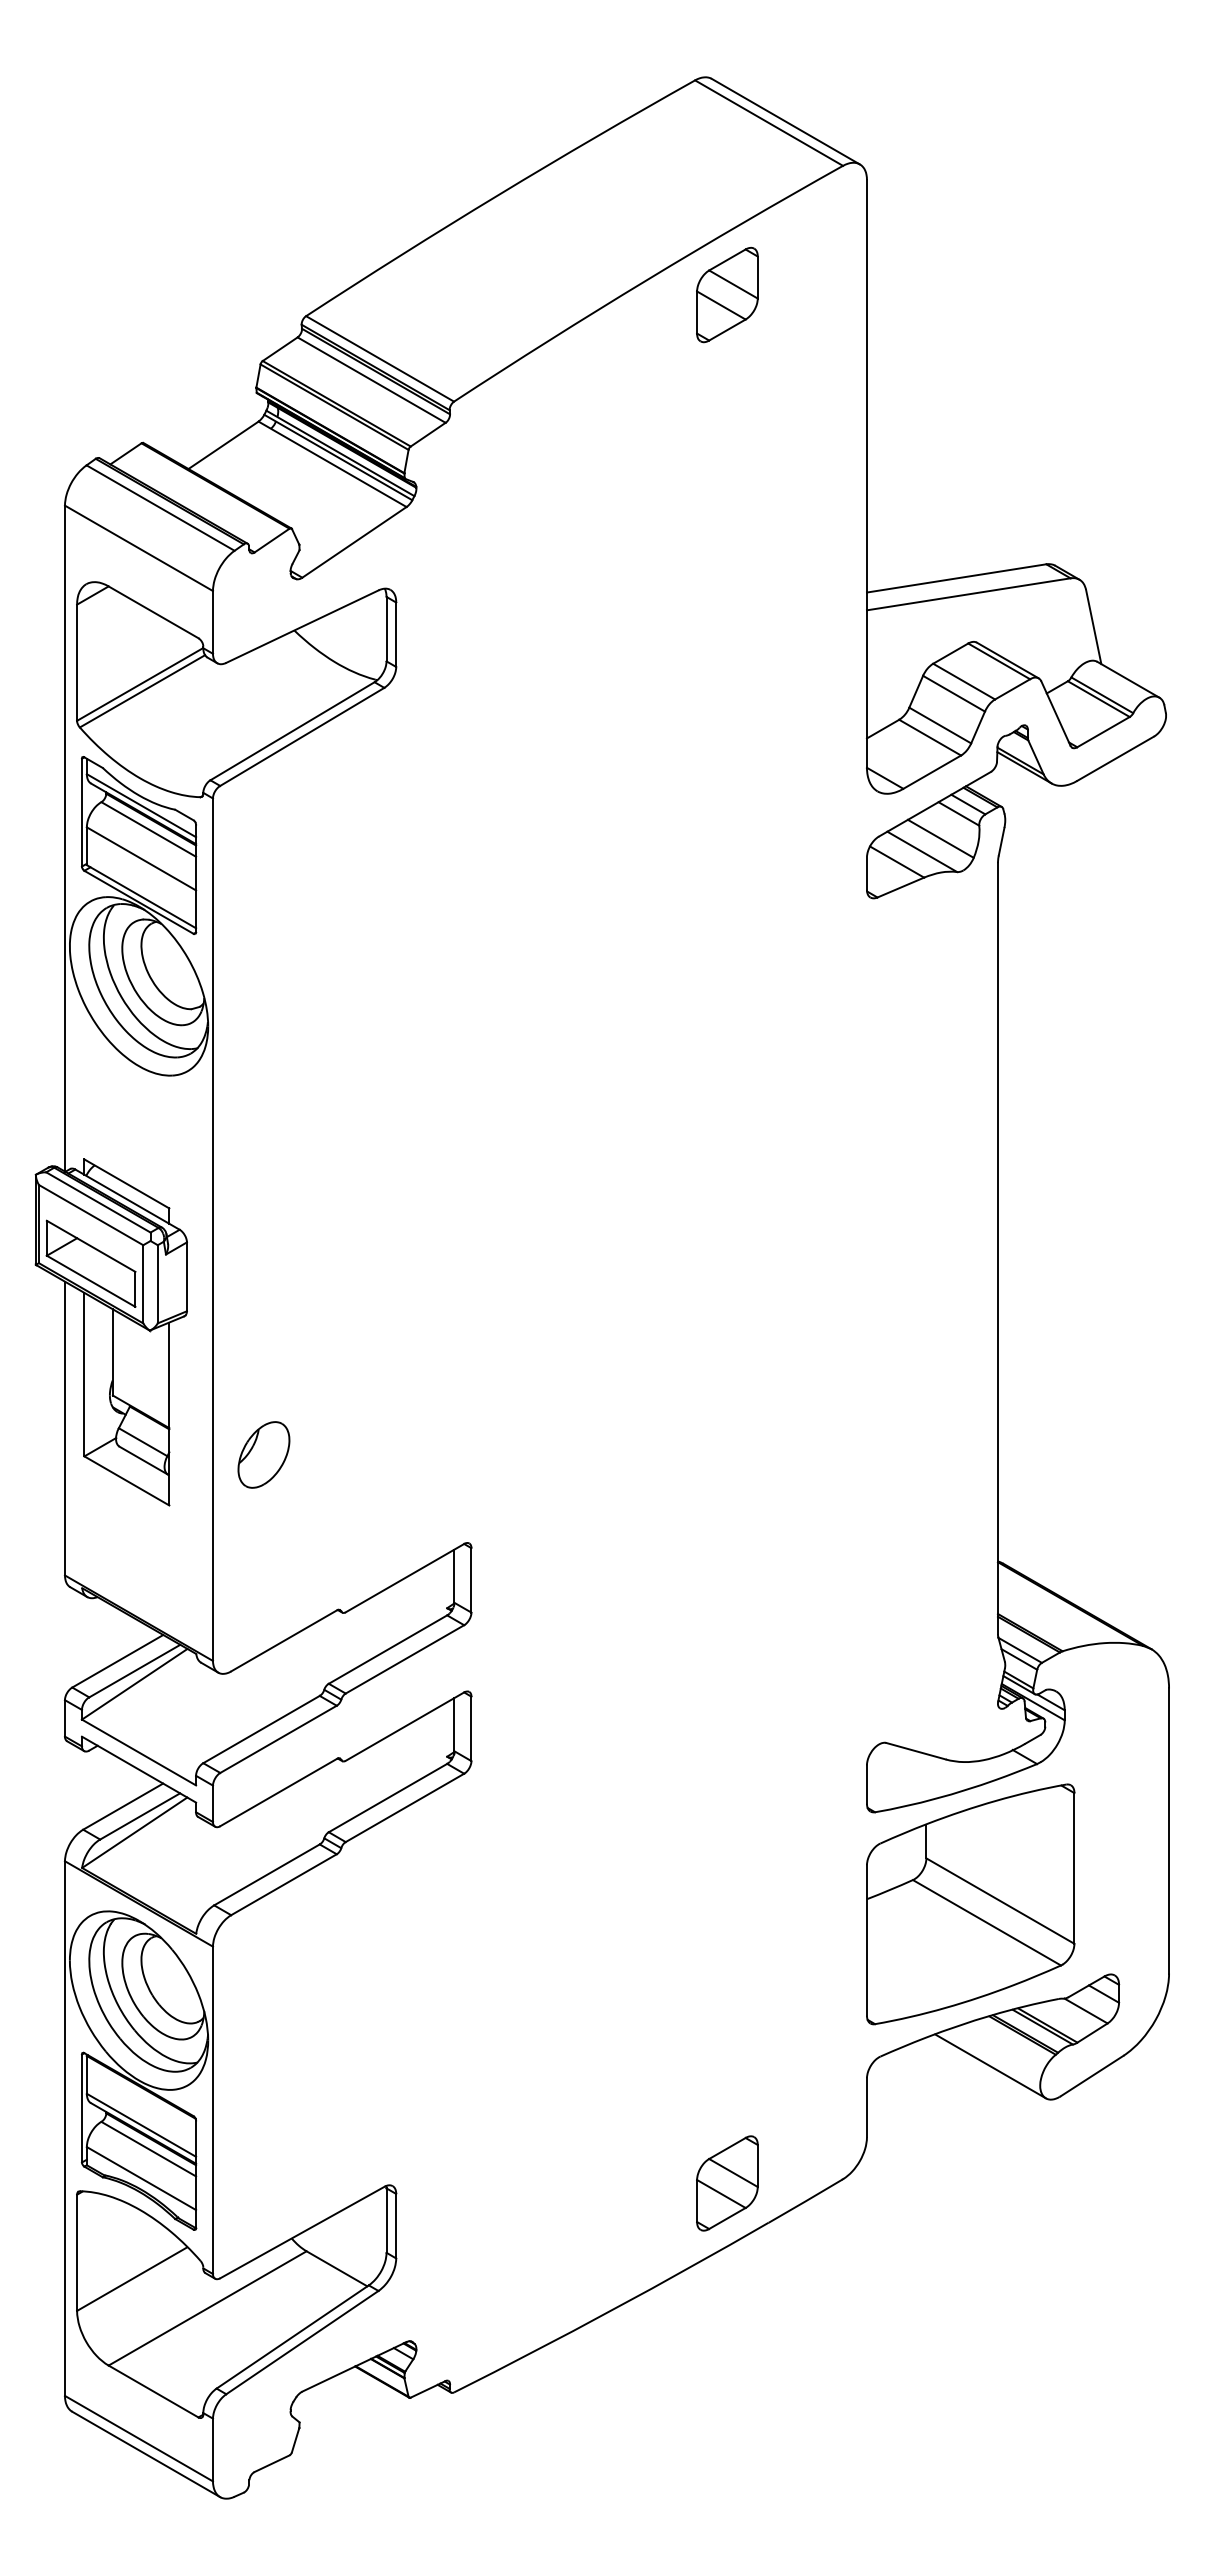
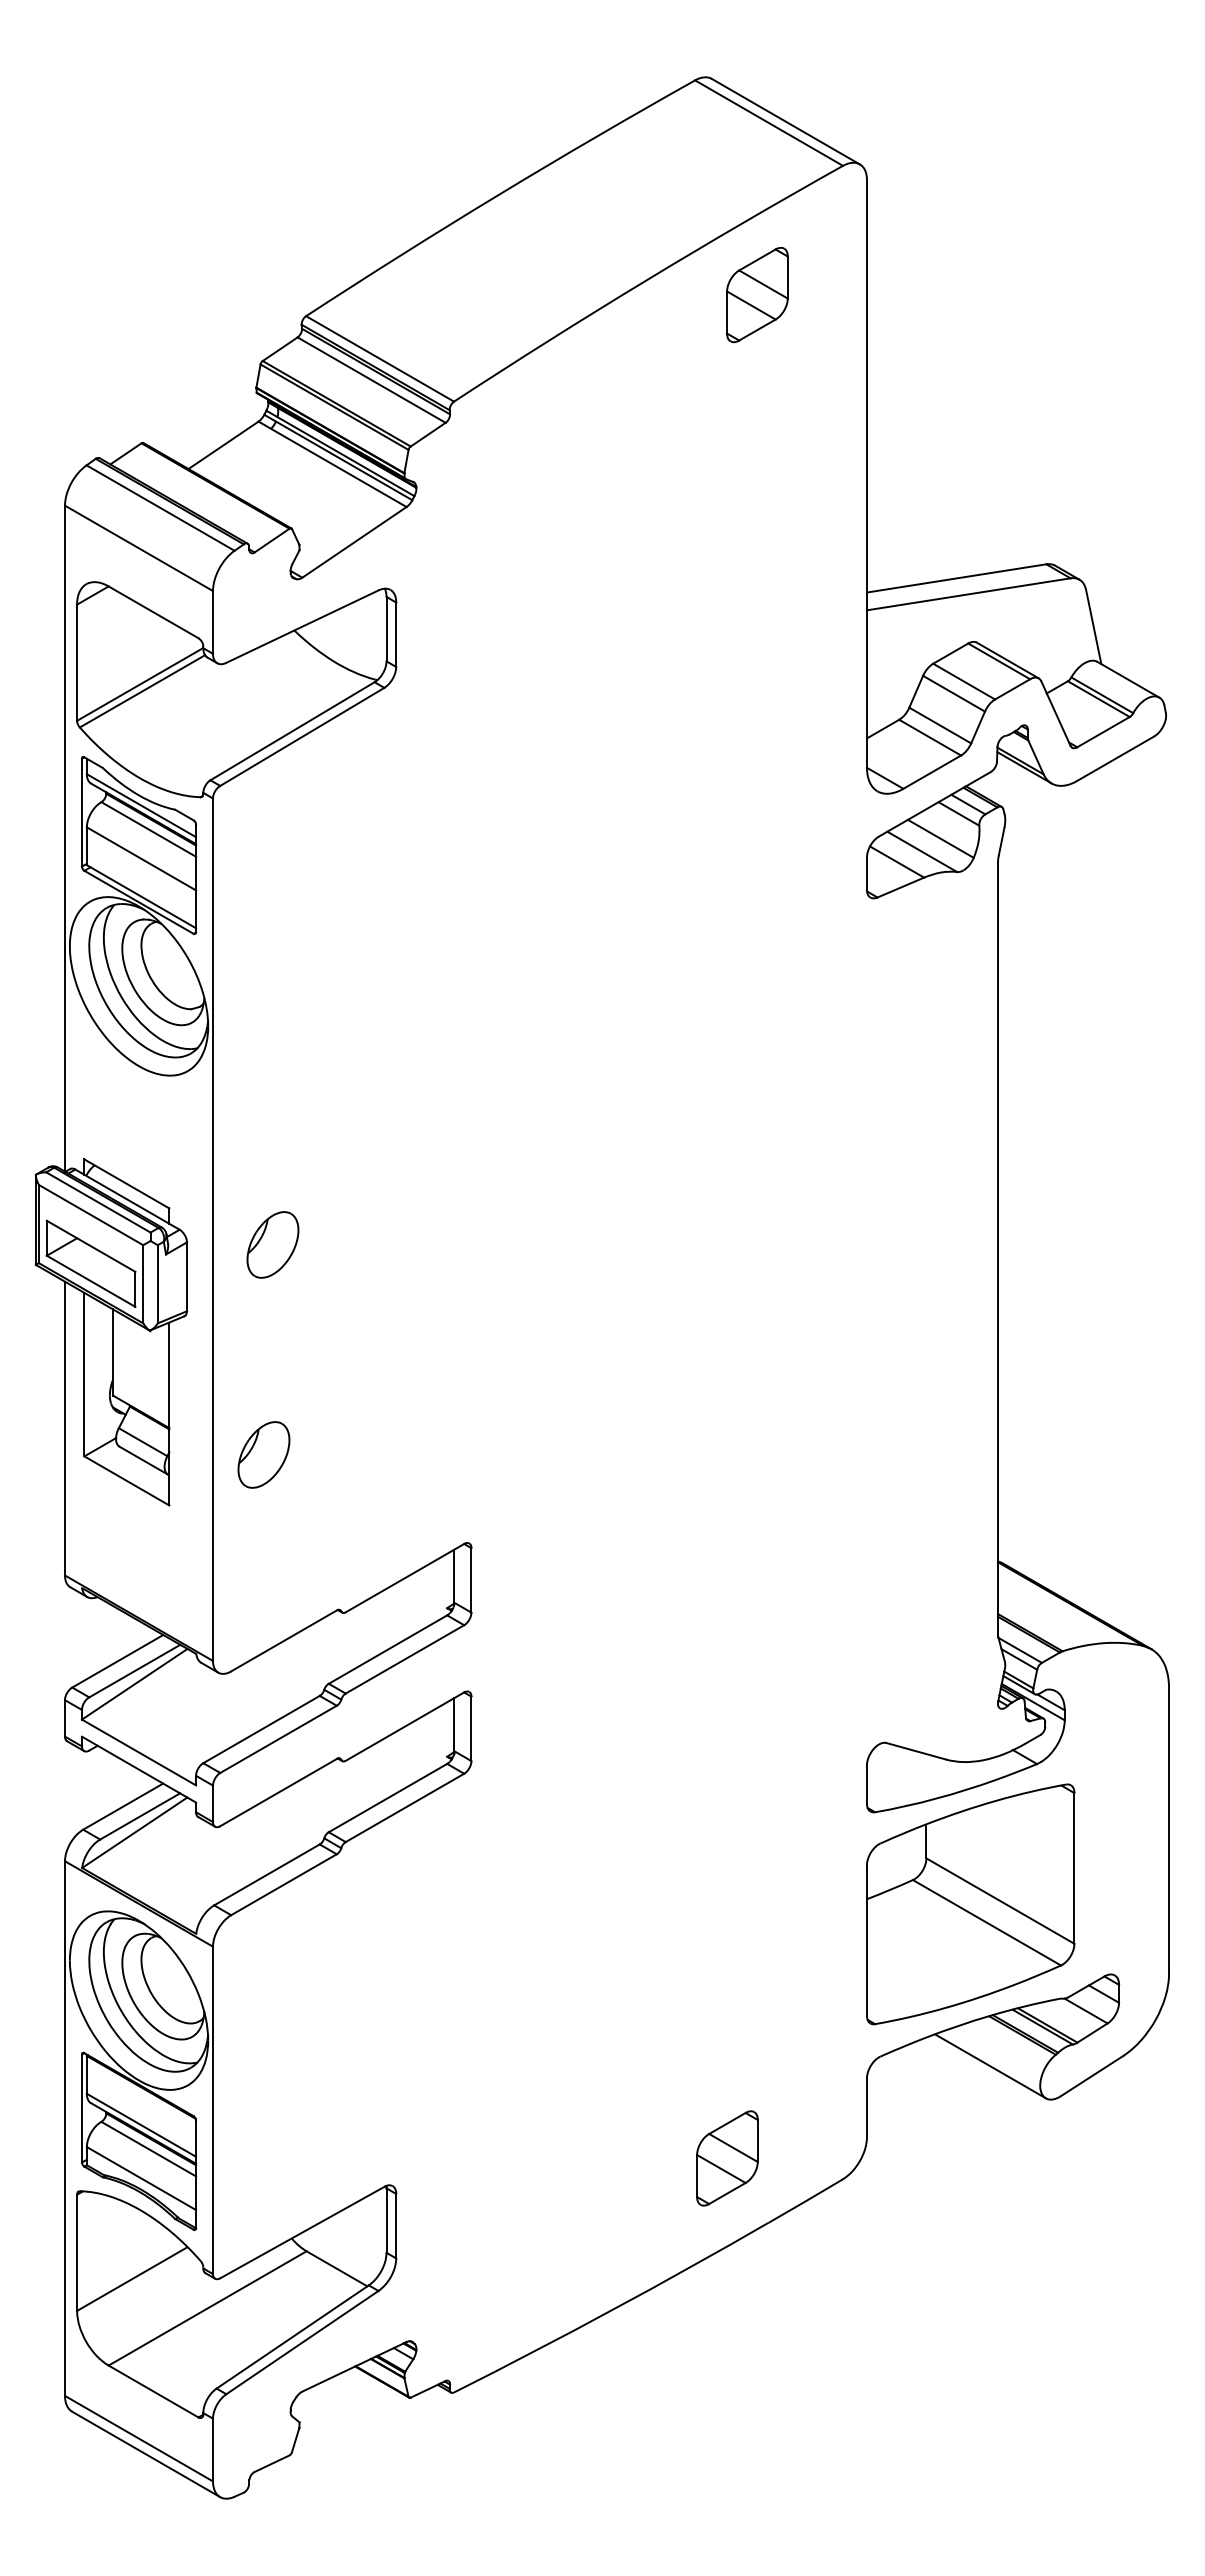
part at (727, 294) position: (727, 294) -> (757, 294)
part at (272, 1244): none -> present
part at (727, 2183) position: (727, 2183) -> (727, 2158)
